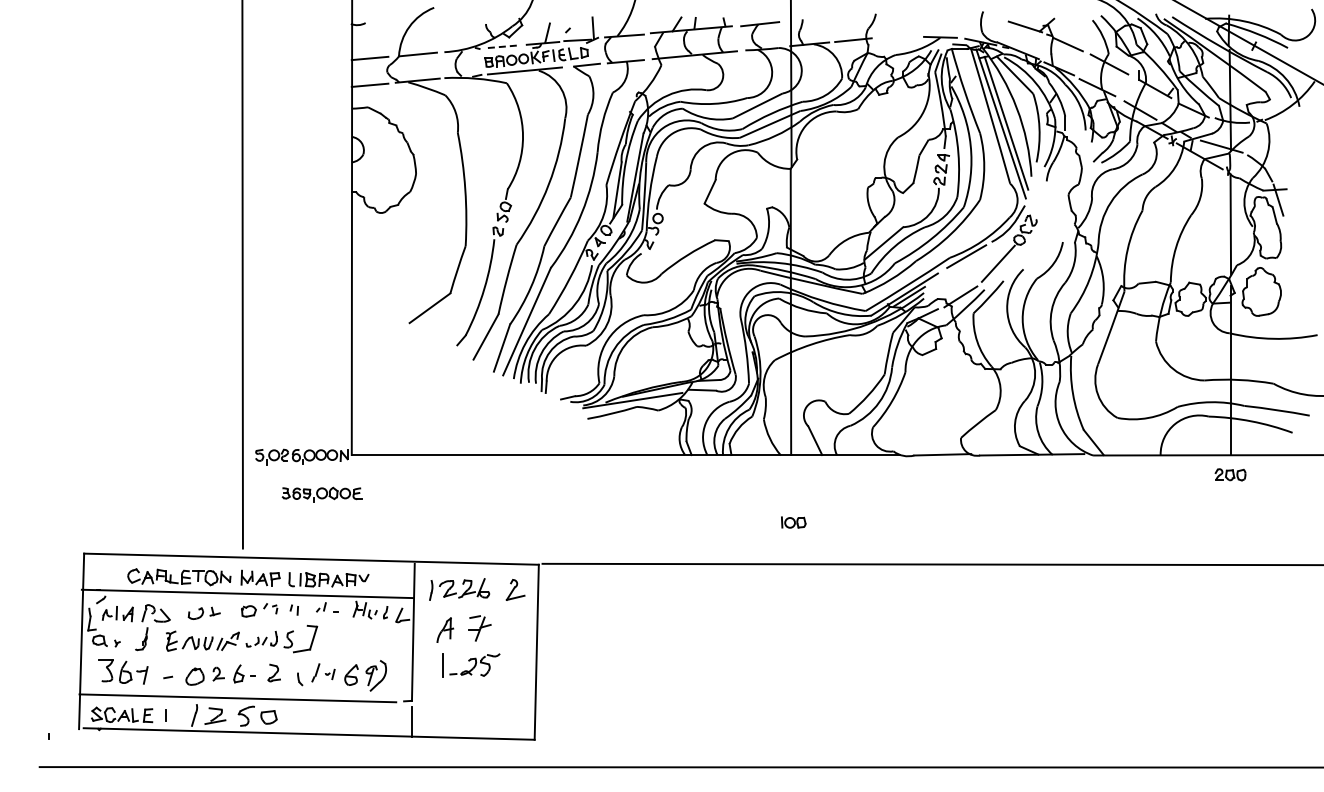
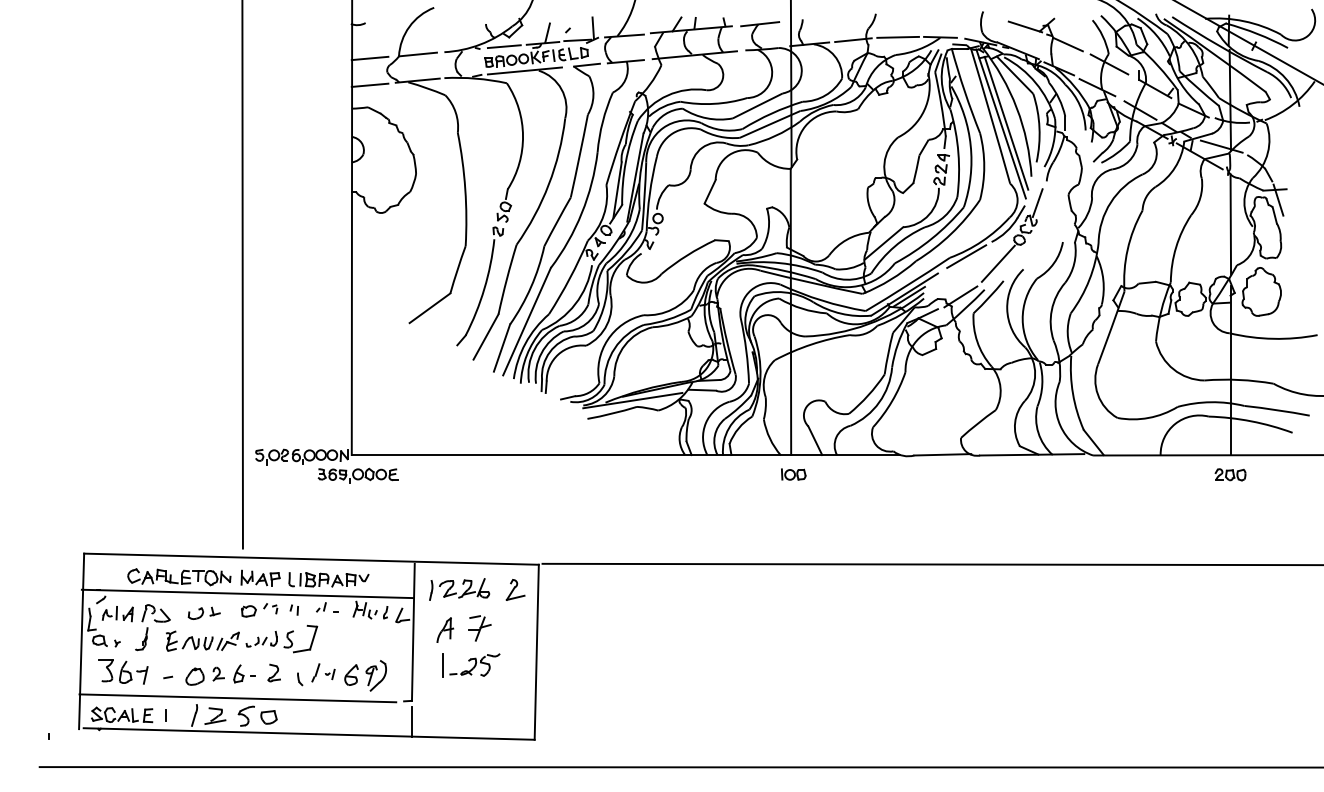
line at (897, 36): none -> present
line at (504, 46): dashed -> solid
line at (1037, 203): none -> present
part at (321, 494) position: (321, 494) -> (357, 475)
part at (793, 522) position: (793, 522) -> (793, 474)
